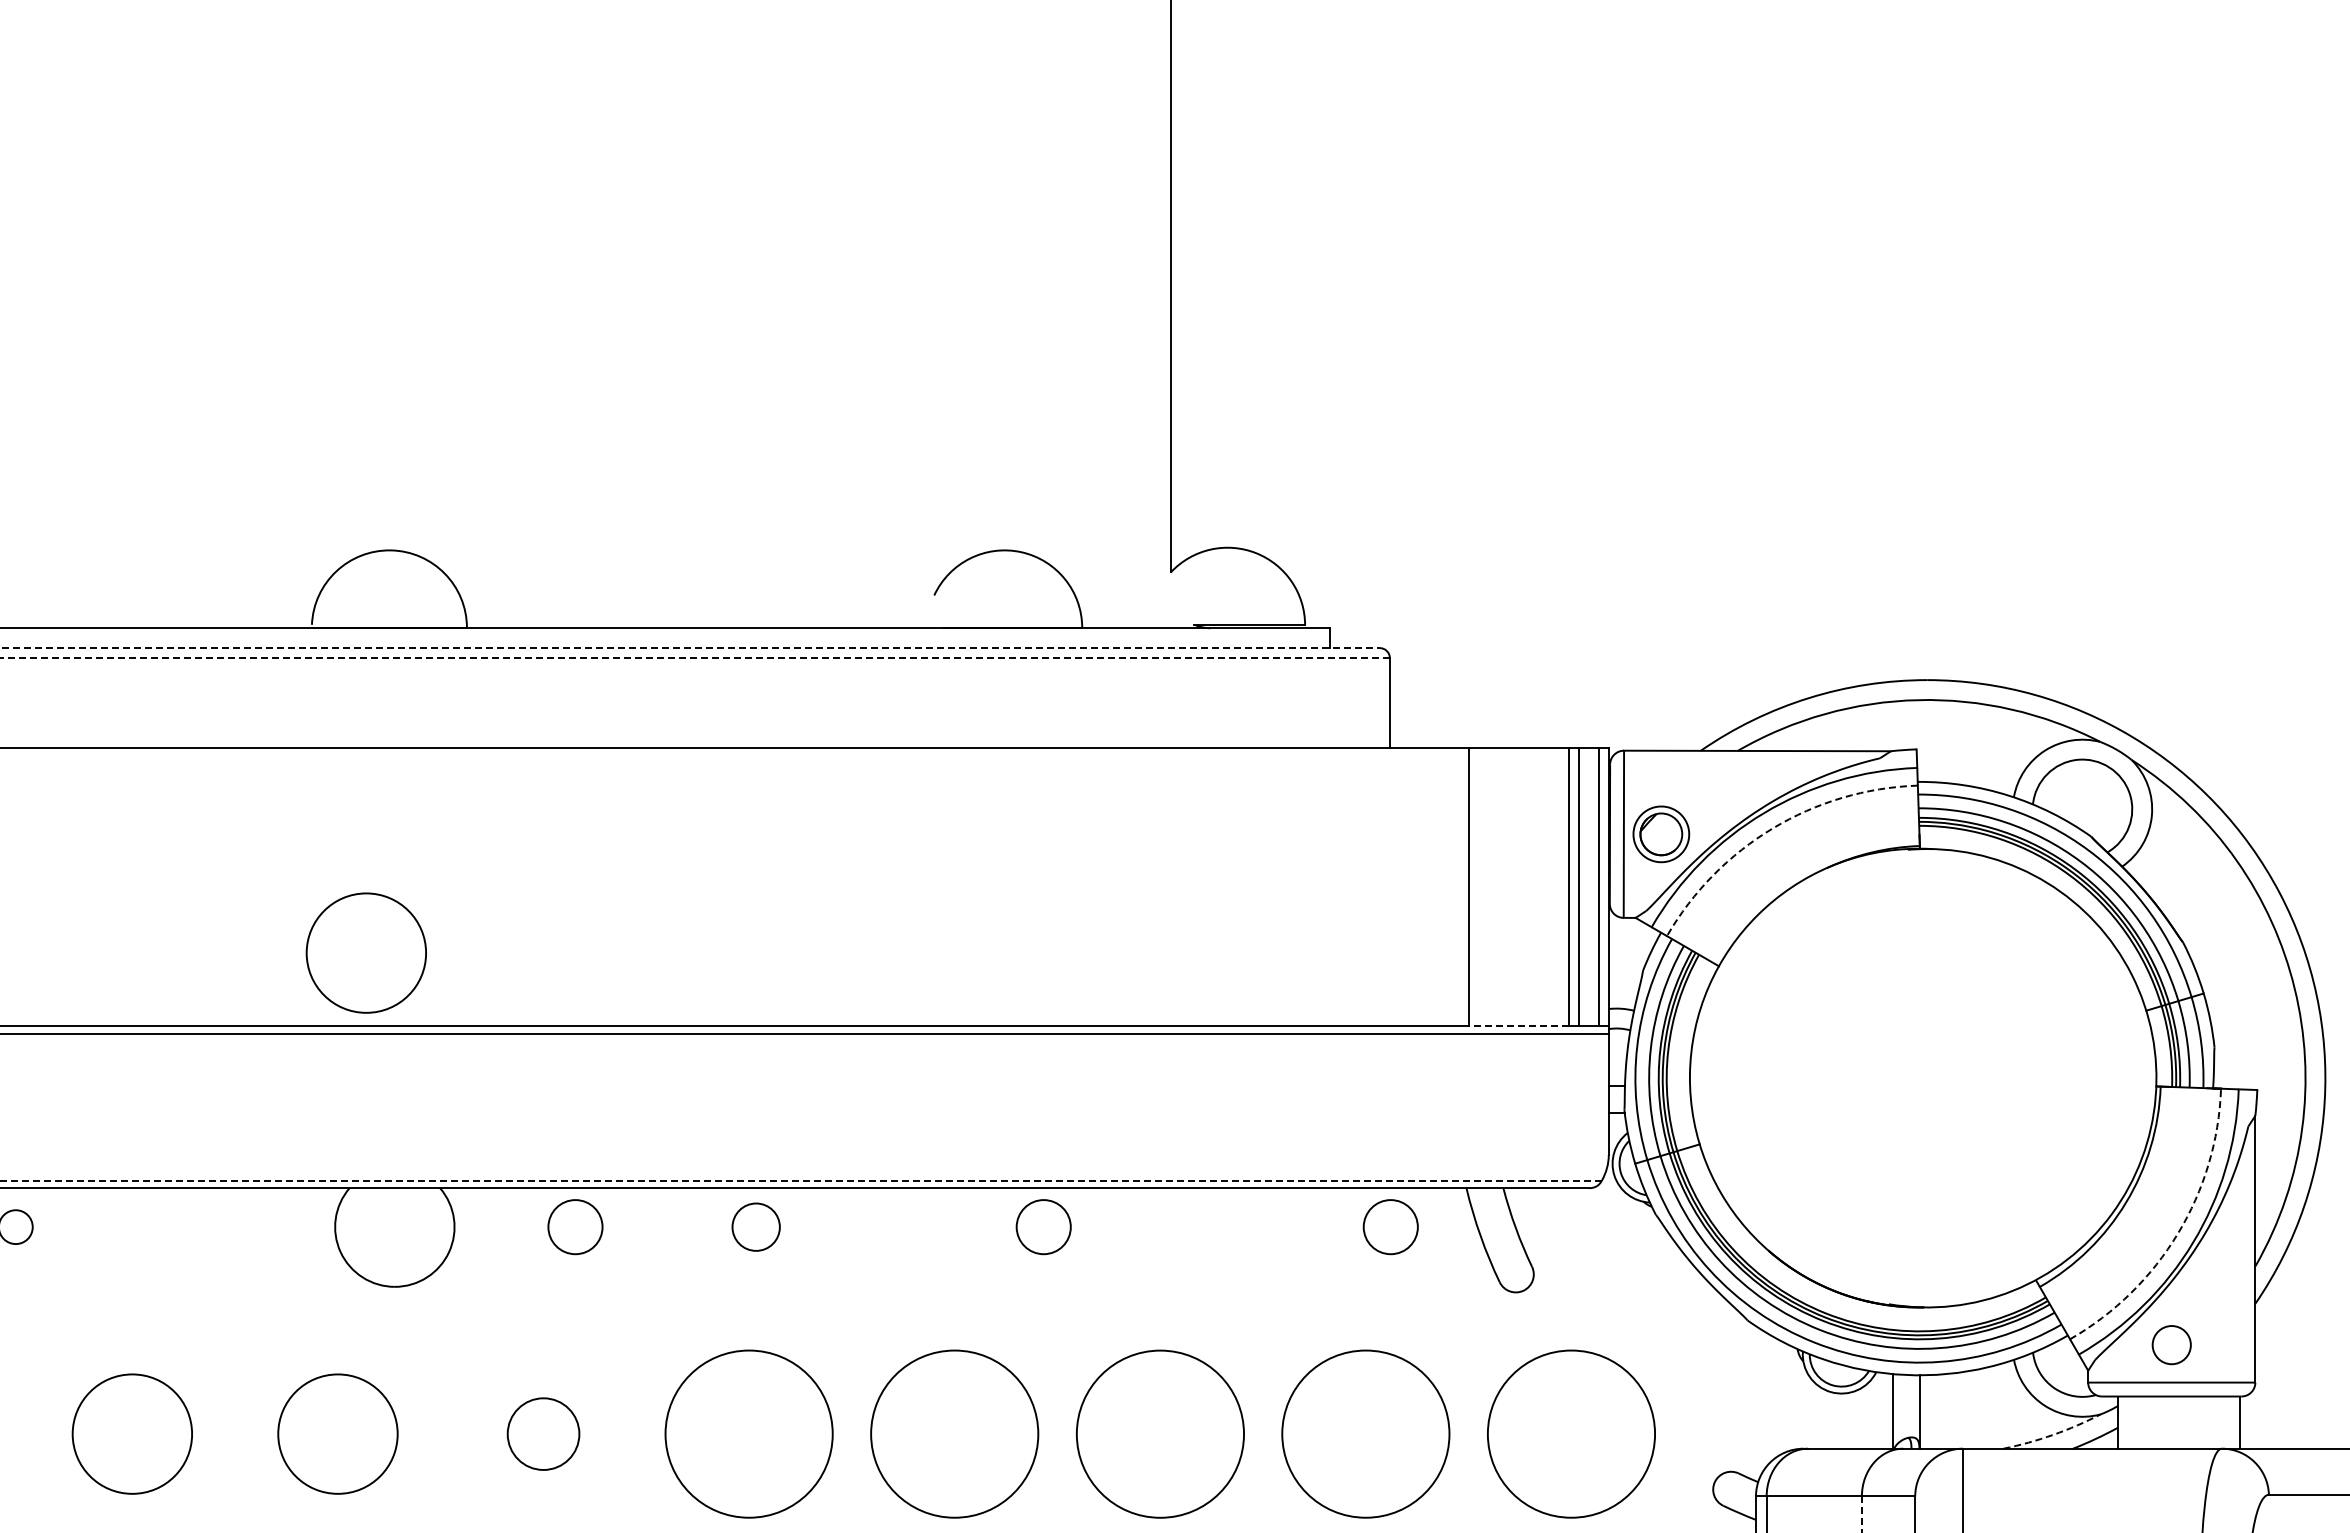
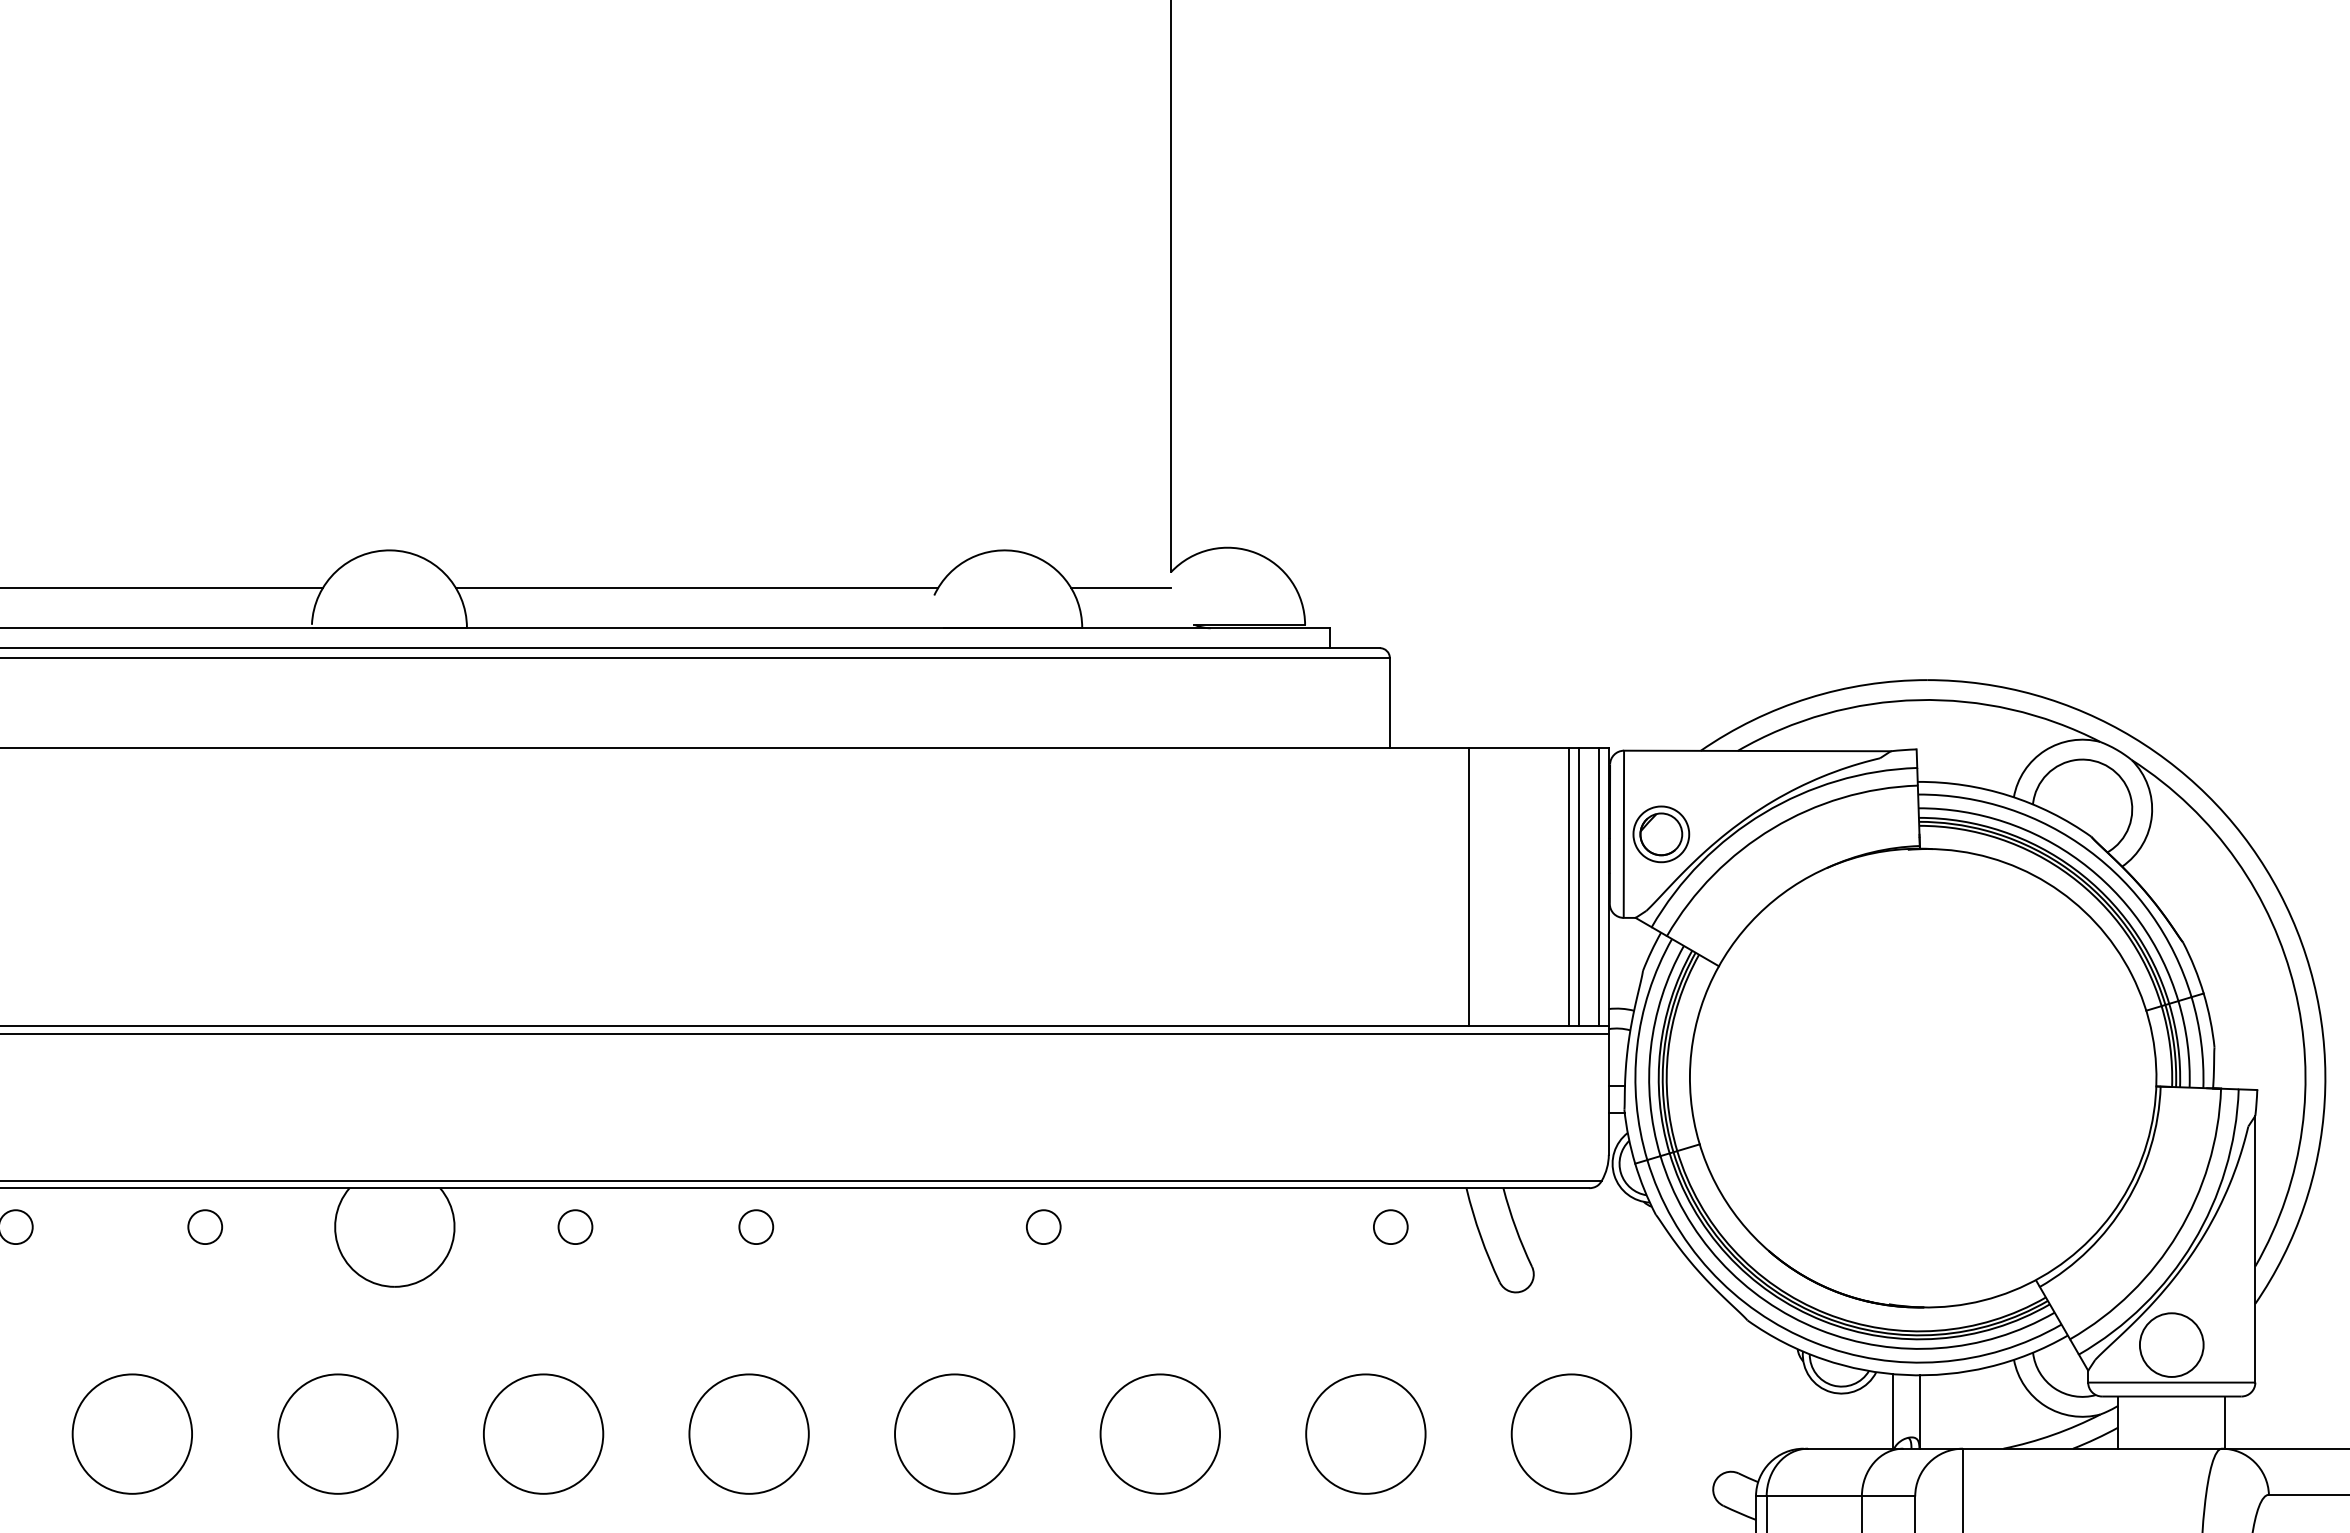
line at (162, 588): none -> present
line at (696, 588): none -> present
line at (1120, 588): none -> present
line at (690, 648): dashed -> solid
line at (694, 658): dashed -> solid
arc at (1772, 828): dashed -> solid
circle at (365, 952): present -> none
line at (1519, 1026): dashed -> solid
line at (800, 1180): dashed -> solid
circle at (205, 1226): none -> present
circle at (755, 1226) size: 50x50 px -> 37x36 px
circle at (575, 1227) diameter: 54 px -> 34 px
circle at (1043, 1227) diameter: 54 px -> 34 px
circle at (1390, 1227) diameter: 54 px -> 34 px
arc at (2178, 1233): dashed -> solid
circle at (2171, 1345) diameter: 38 px -> 64 px
line at (2240, 1422) position: (2240, 1422) -> (2225, 1422)
circle at (543, 1433) diameter: 72 px -> 119 px
circle at (748, 1433) diameter: 167 px -> 119 px
circle at (954, 1433) diameter: 167 px -> 119 px
circle at (1159, 1433) size: 170x170 px -> 122x122 px
circle at (1365, 1433) diameter: 167 px -> 119 px
circle at (1571, 1433) diameter: 167 px -> 119 px
arc at (2053, 1434): dashed -> solid
line at (1861, 1514): dashed -> solid
